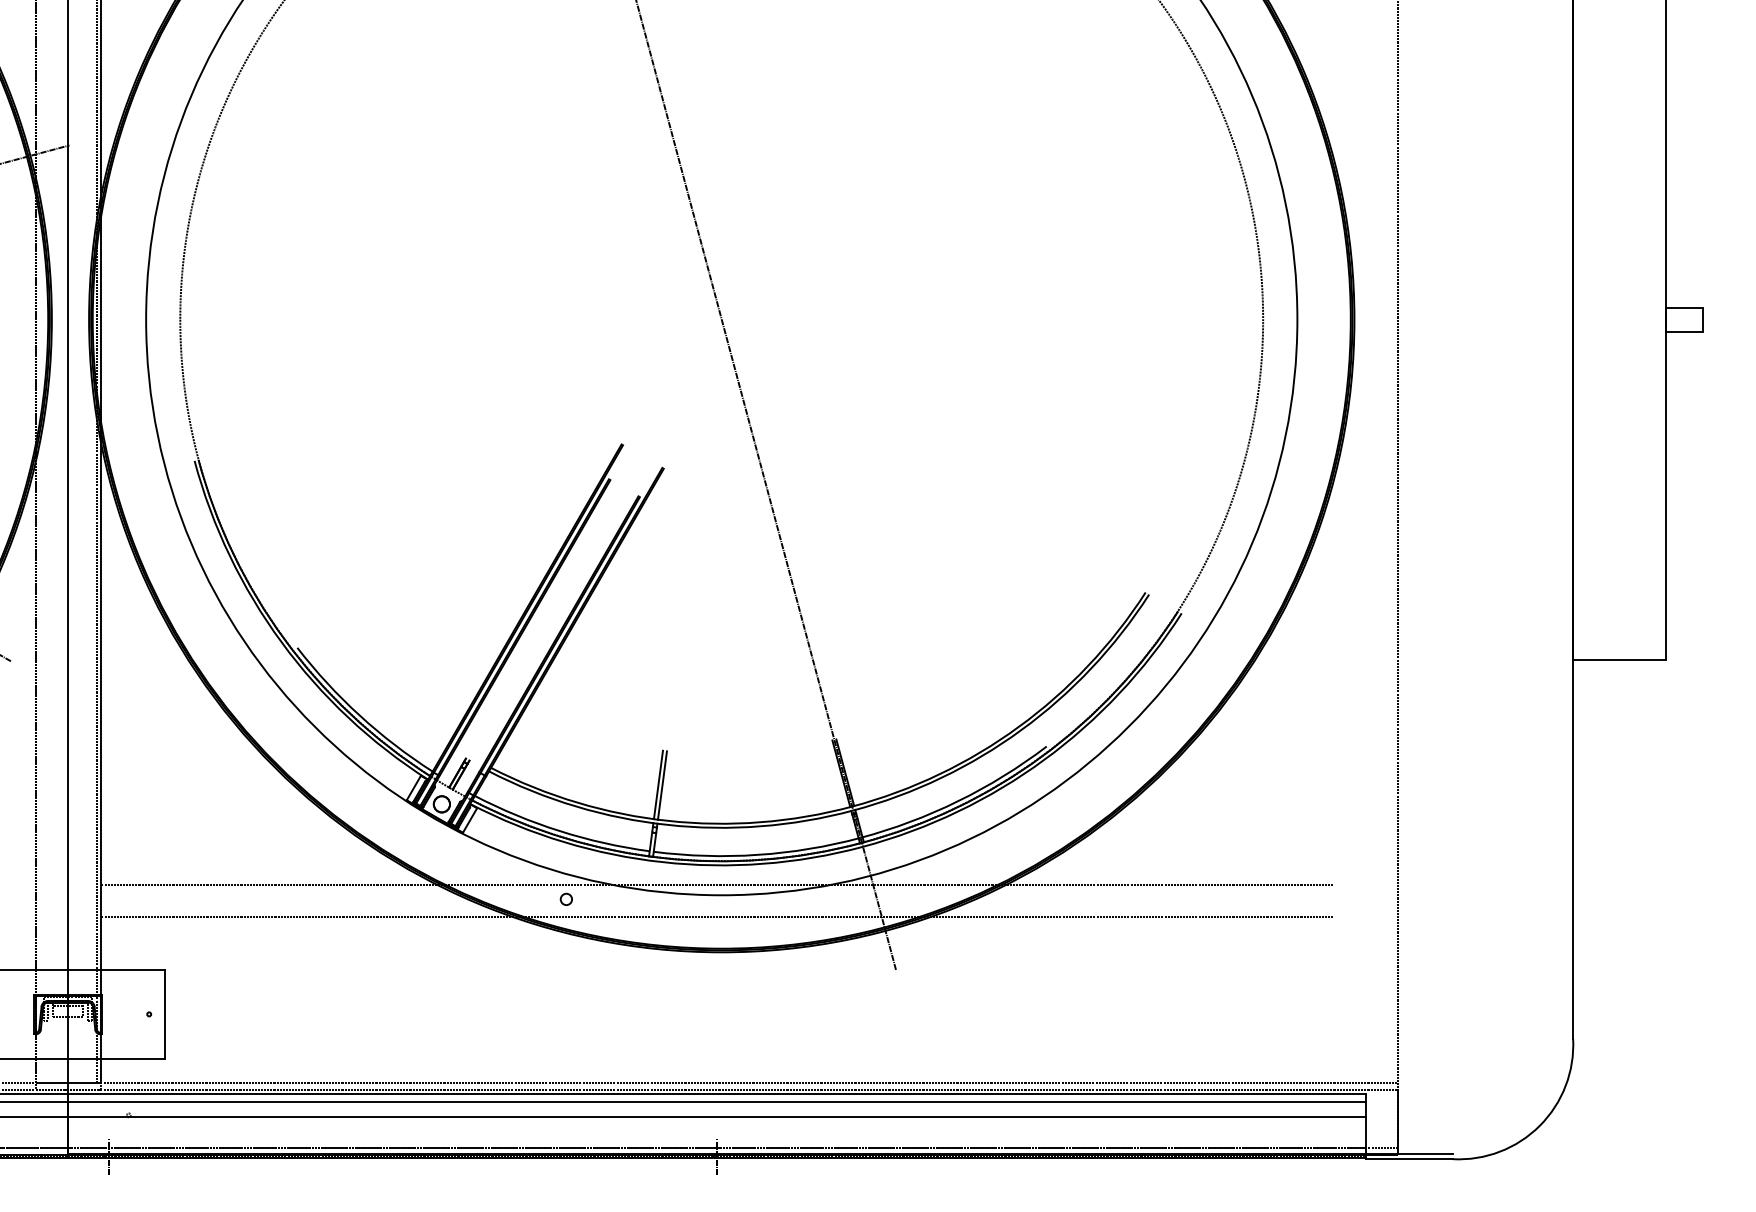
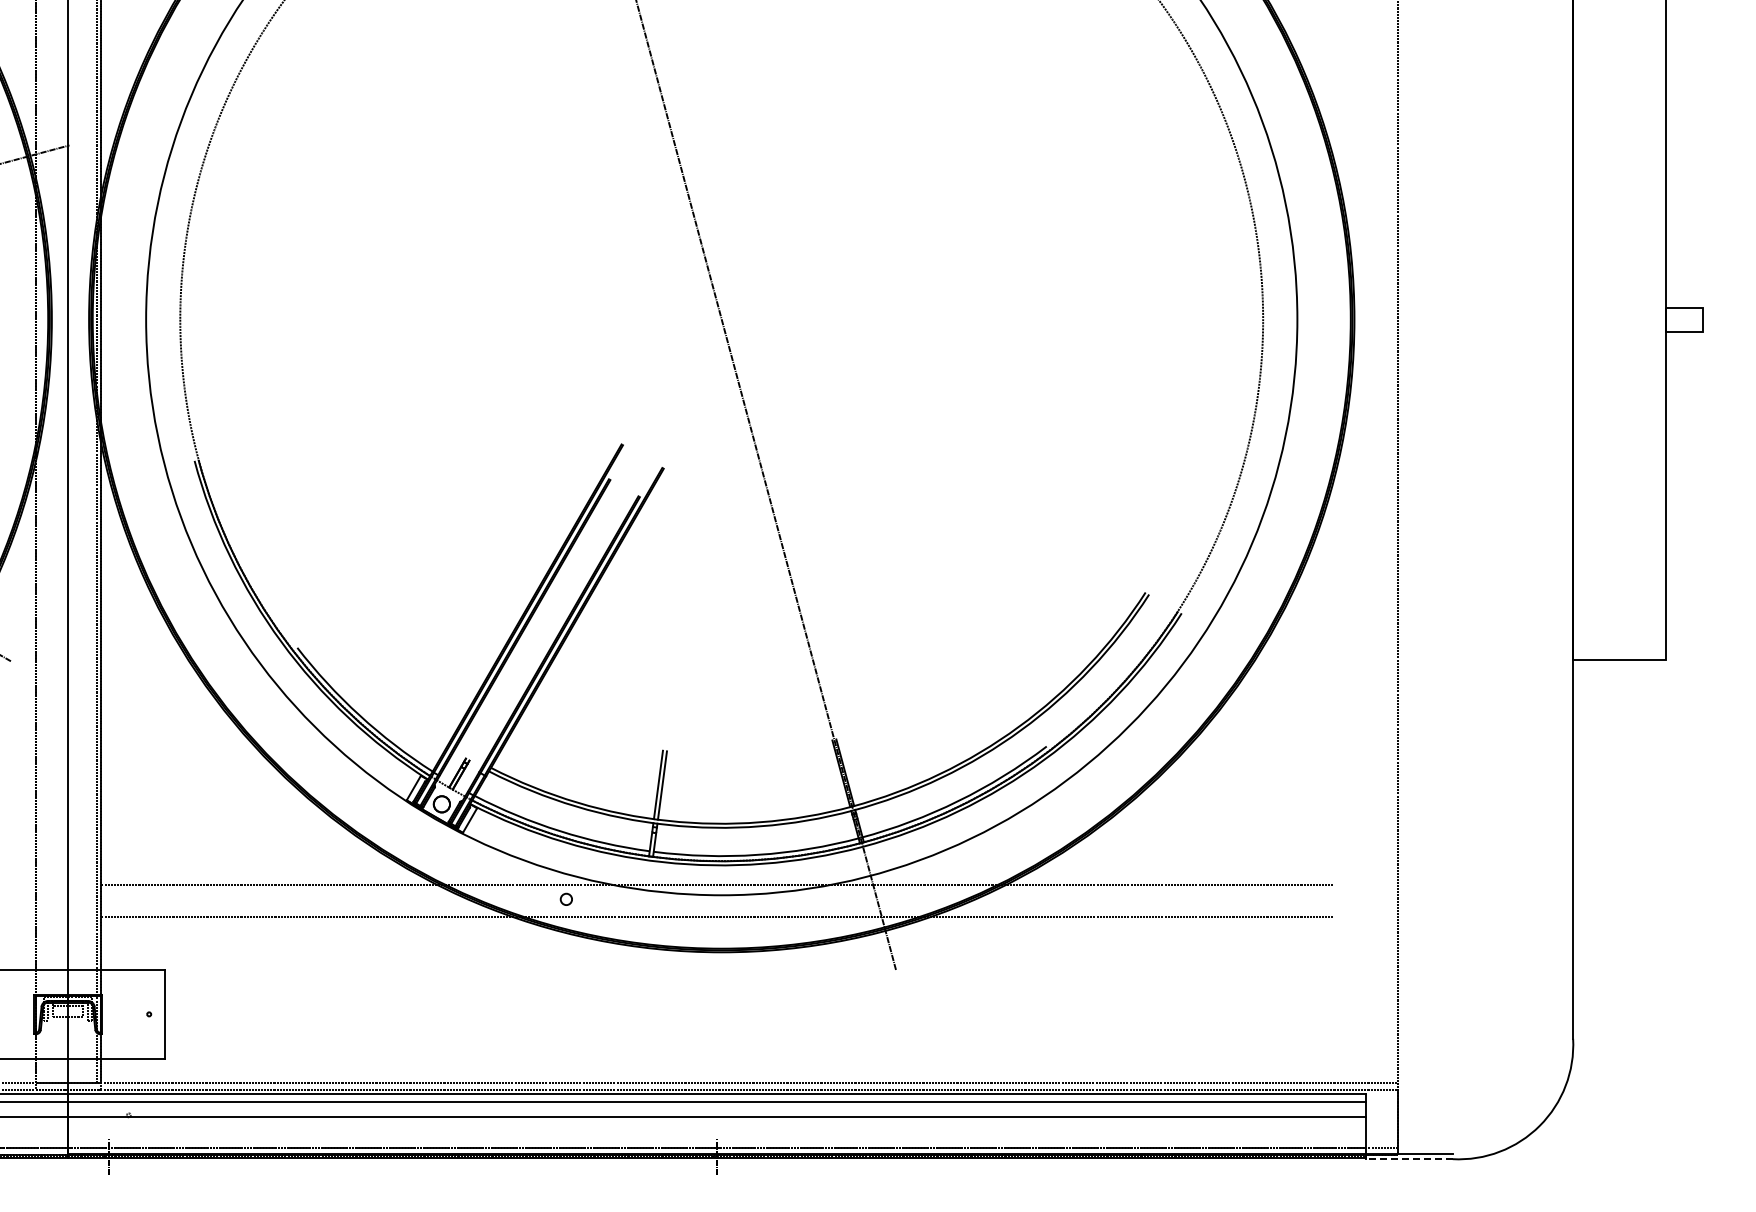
line at (1408, 1159): solid -> dashed
